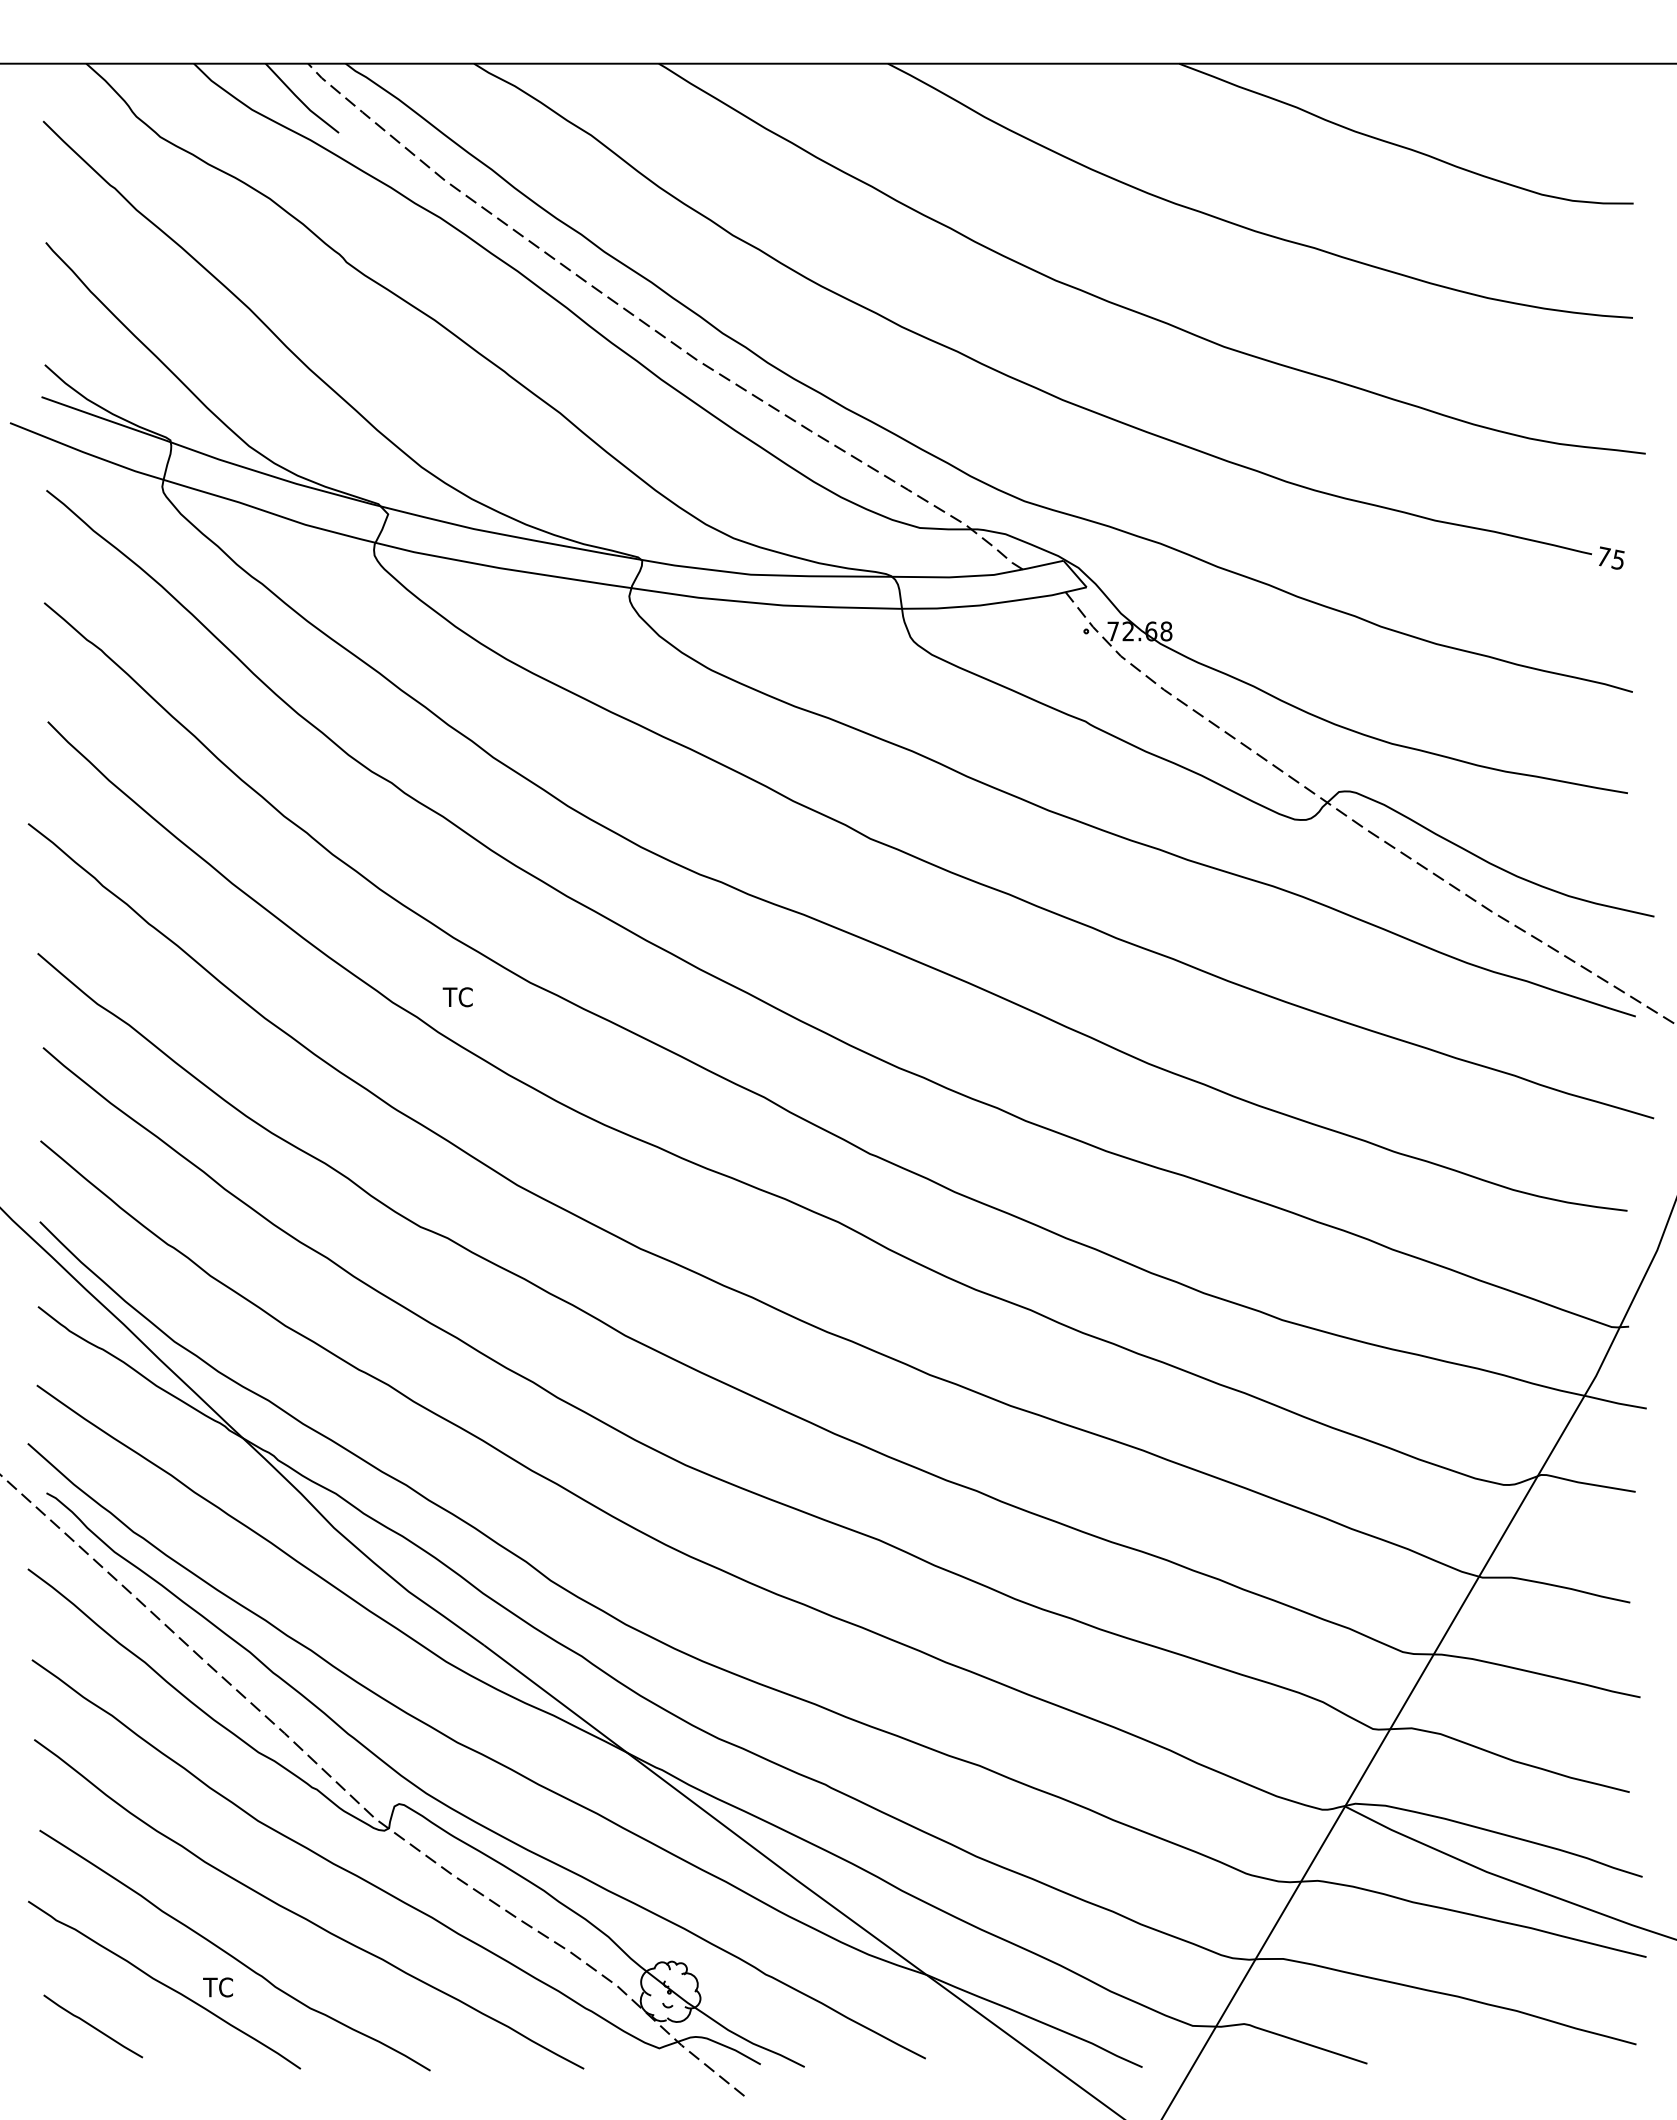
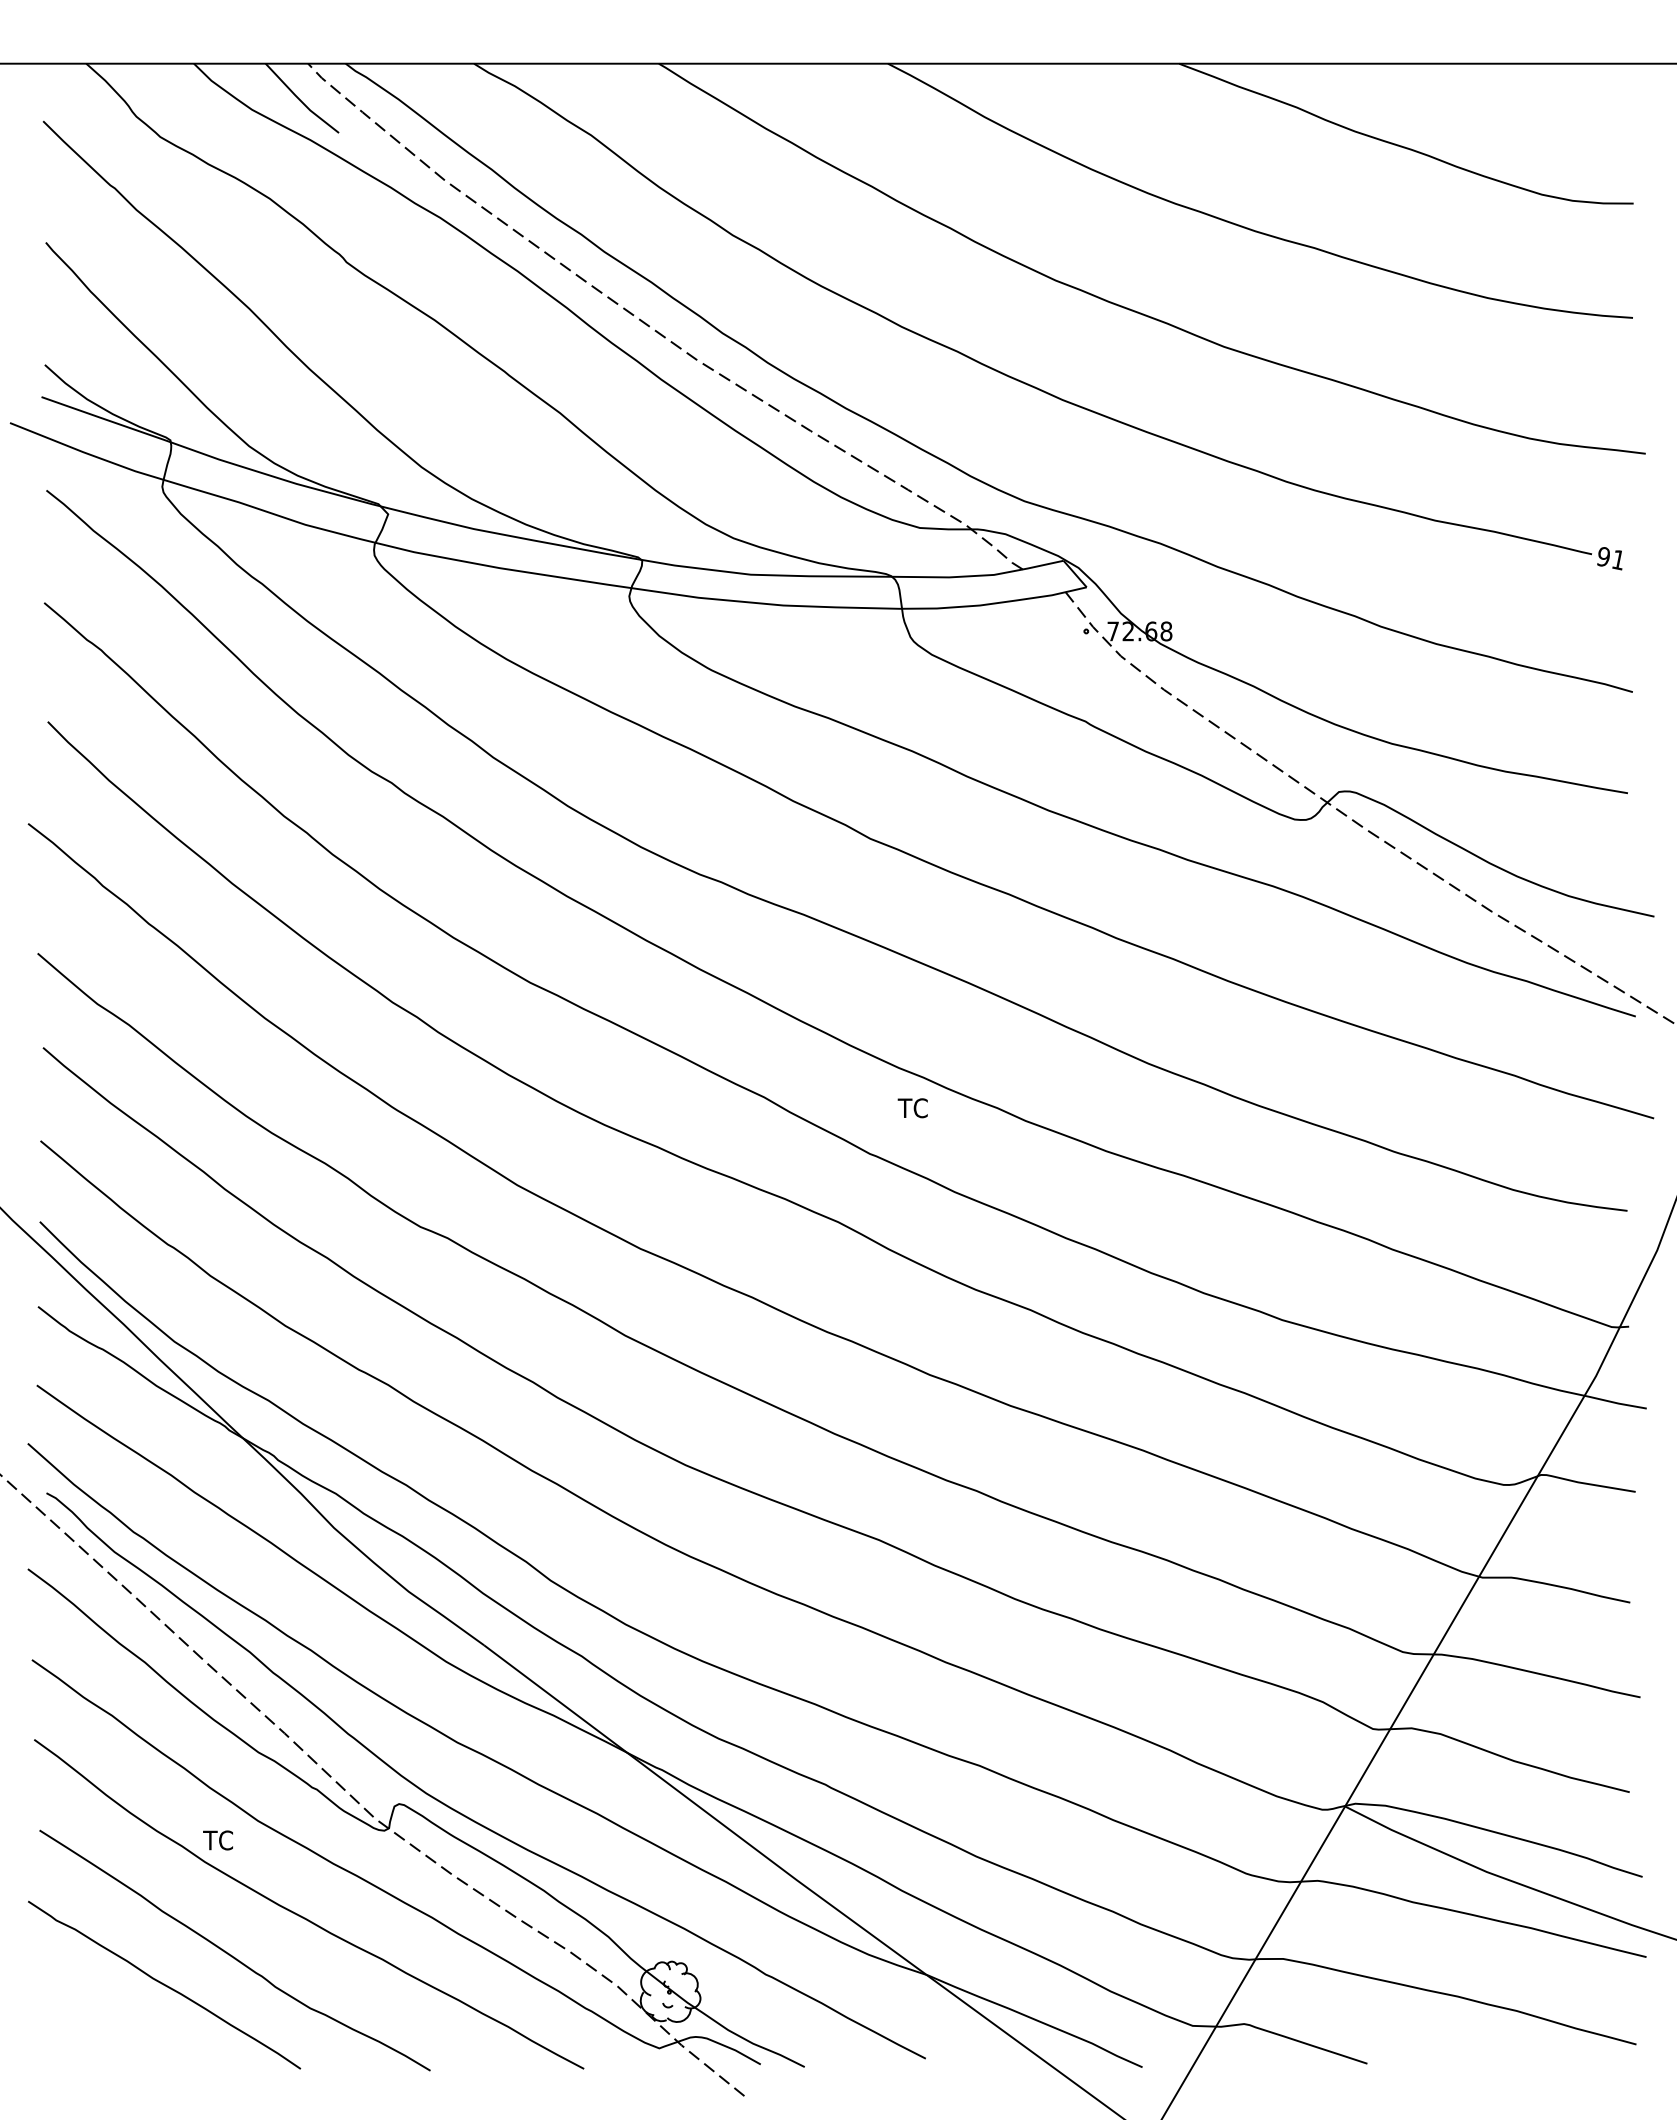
text at (1610, 558): 75 -> 91
text at (457, 997) position: (457, 997) -> (912, 1108)
text at (217, 1987) position: (217, 1987) -> (217, 1840)
line at (92, 2026): present -> none
